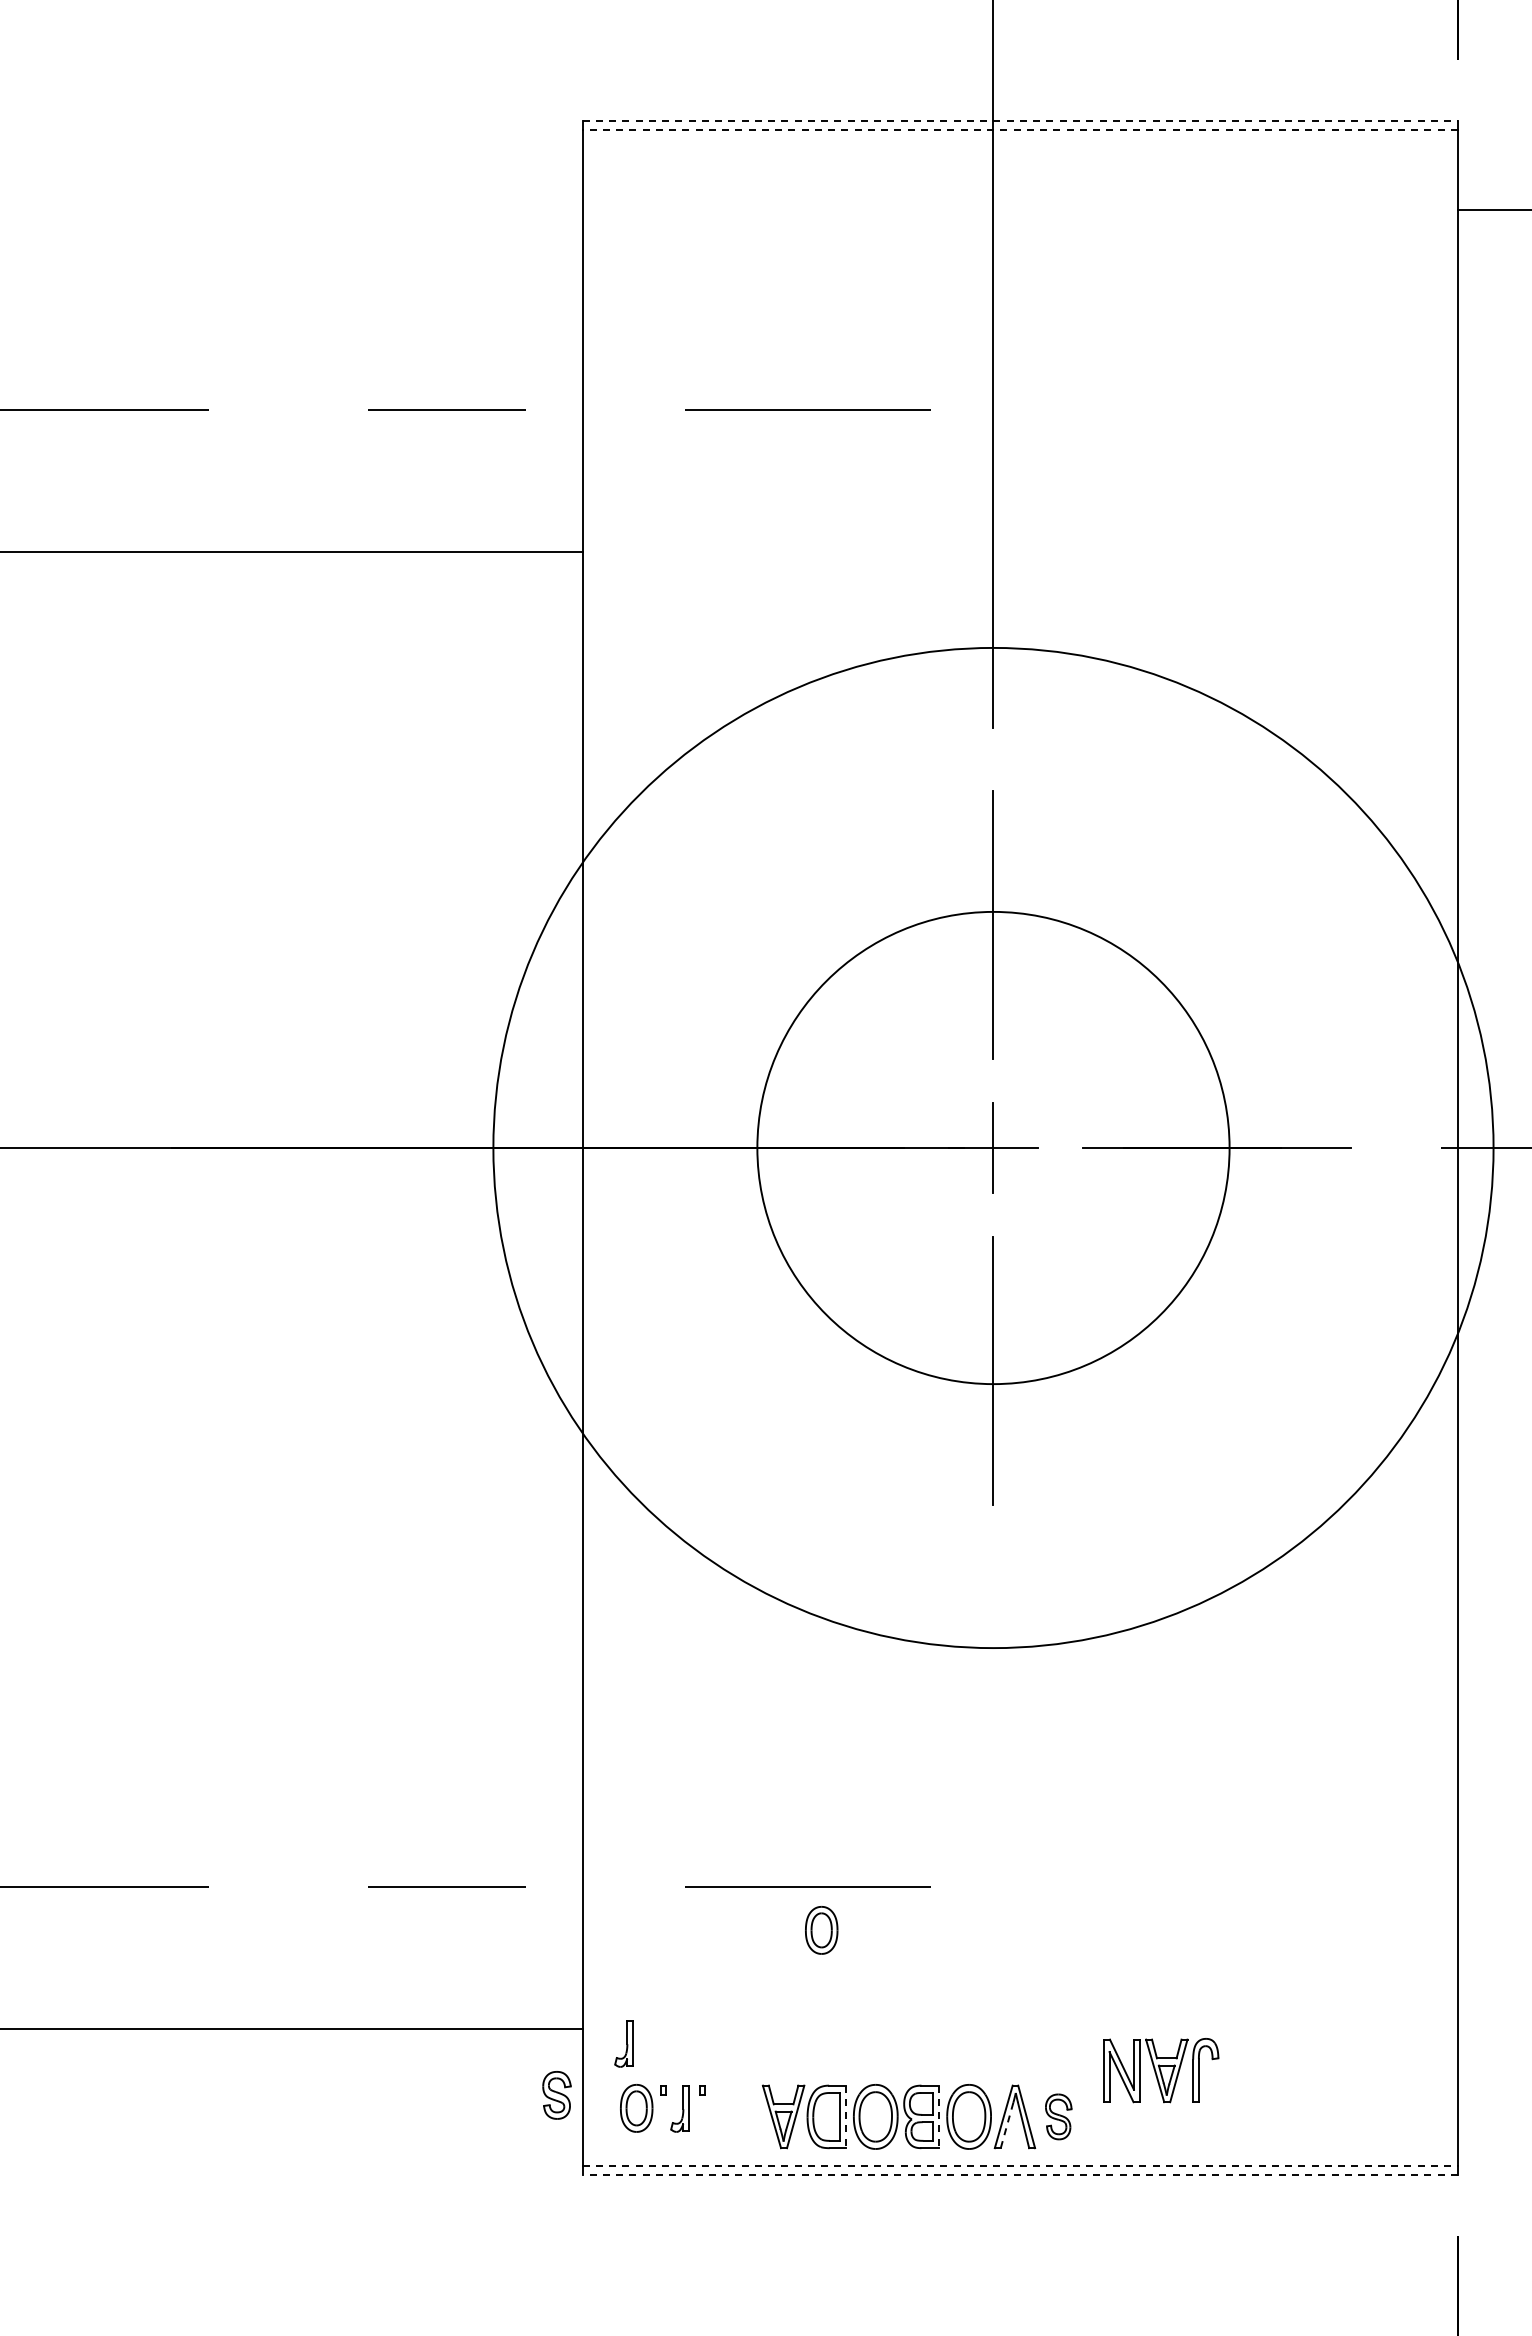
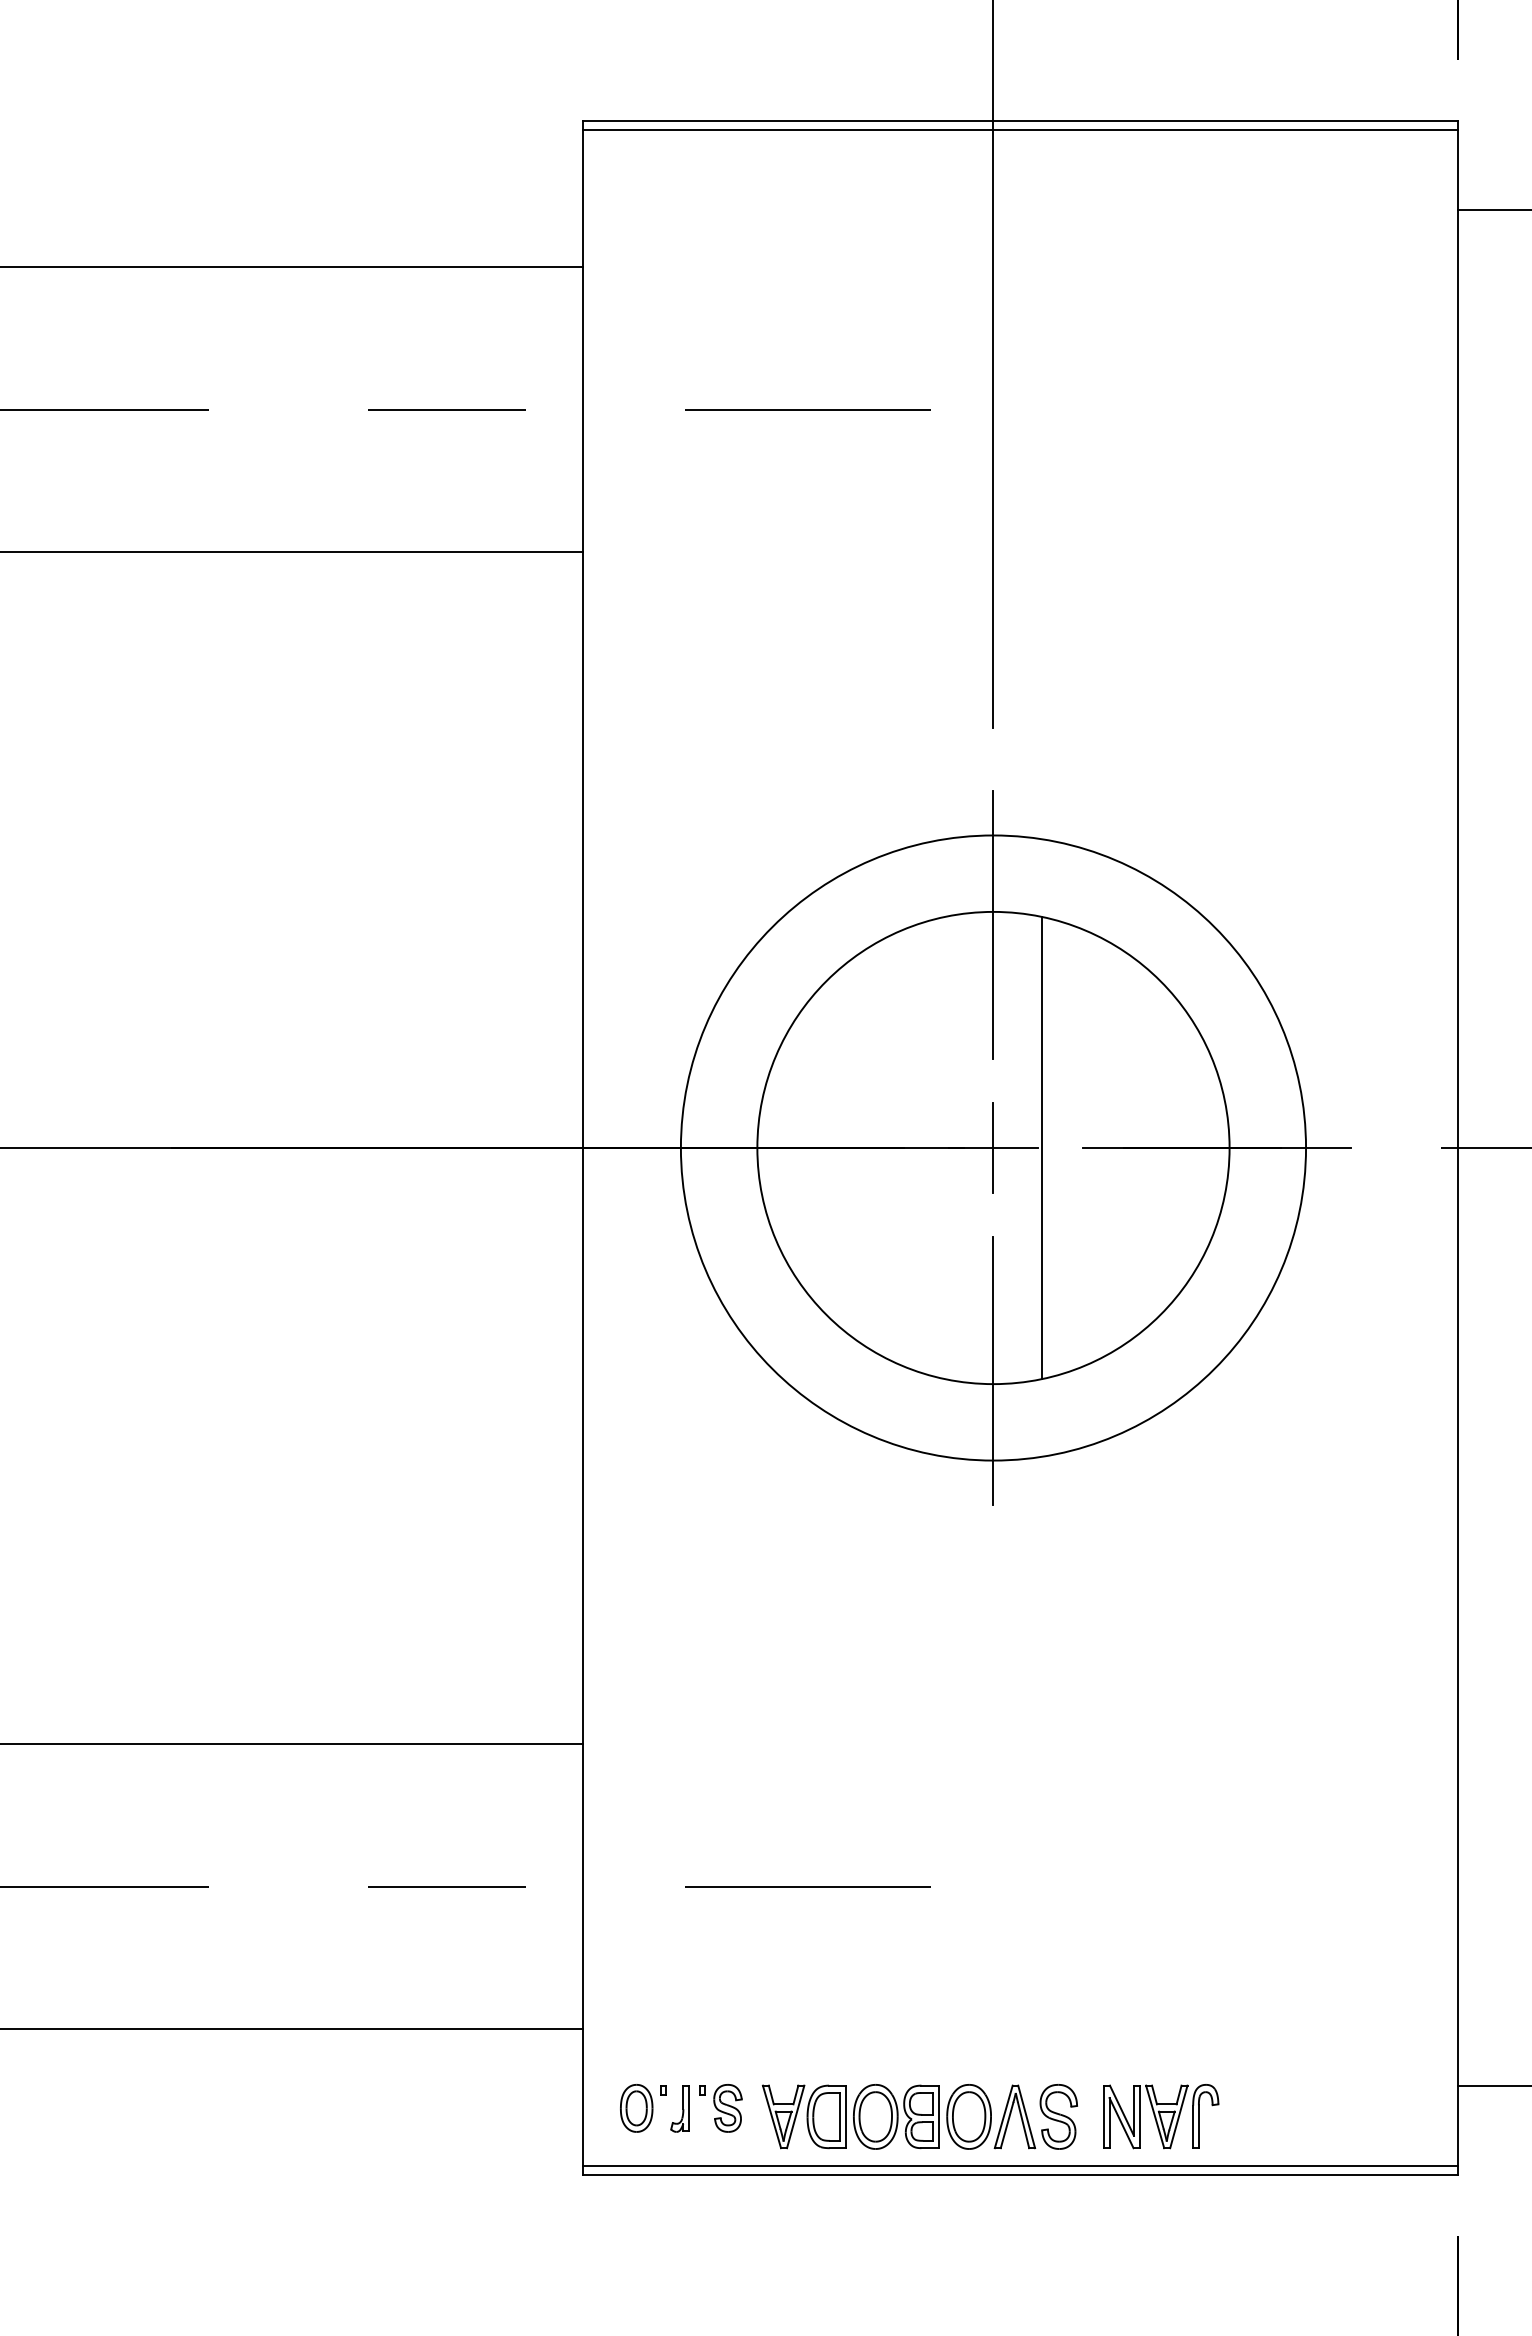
line at (1020, 121): dashed -> solid
line at (1020, 130): dashed -> solid
line at (292, 266): none -> present
circle at (993, 1147) diameter: 1000 px -> 625 px
line at (1042, 1148): none -> present
line at (292, 1743): none -> present
part at (821, 1930): present -> none
part at (623, 2043): present -> none
part at (1161, 2070) position: (1161, 2070) -> (1161, 2116)
line at (1492, 2085): none -> present
part at (556, 2095) position: (556, 2095) -> (727, 2108)
part at (1058, 2116) size: 28x48 px -> 39x66 px
line at (845, 2117): dashed -> solid
line at (939, 2117): dashed -> solid
line at (1007, 2125): dashed -> solid
line at (1020, 2166): dashed -> solid
line at (1020, 2174): dashed -> solid
